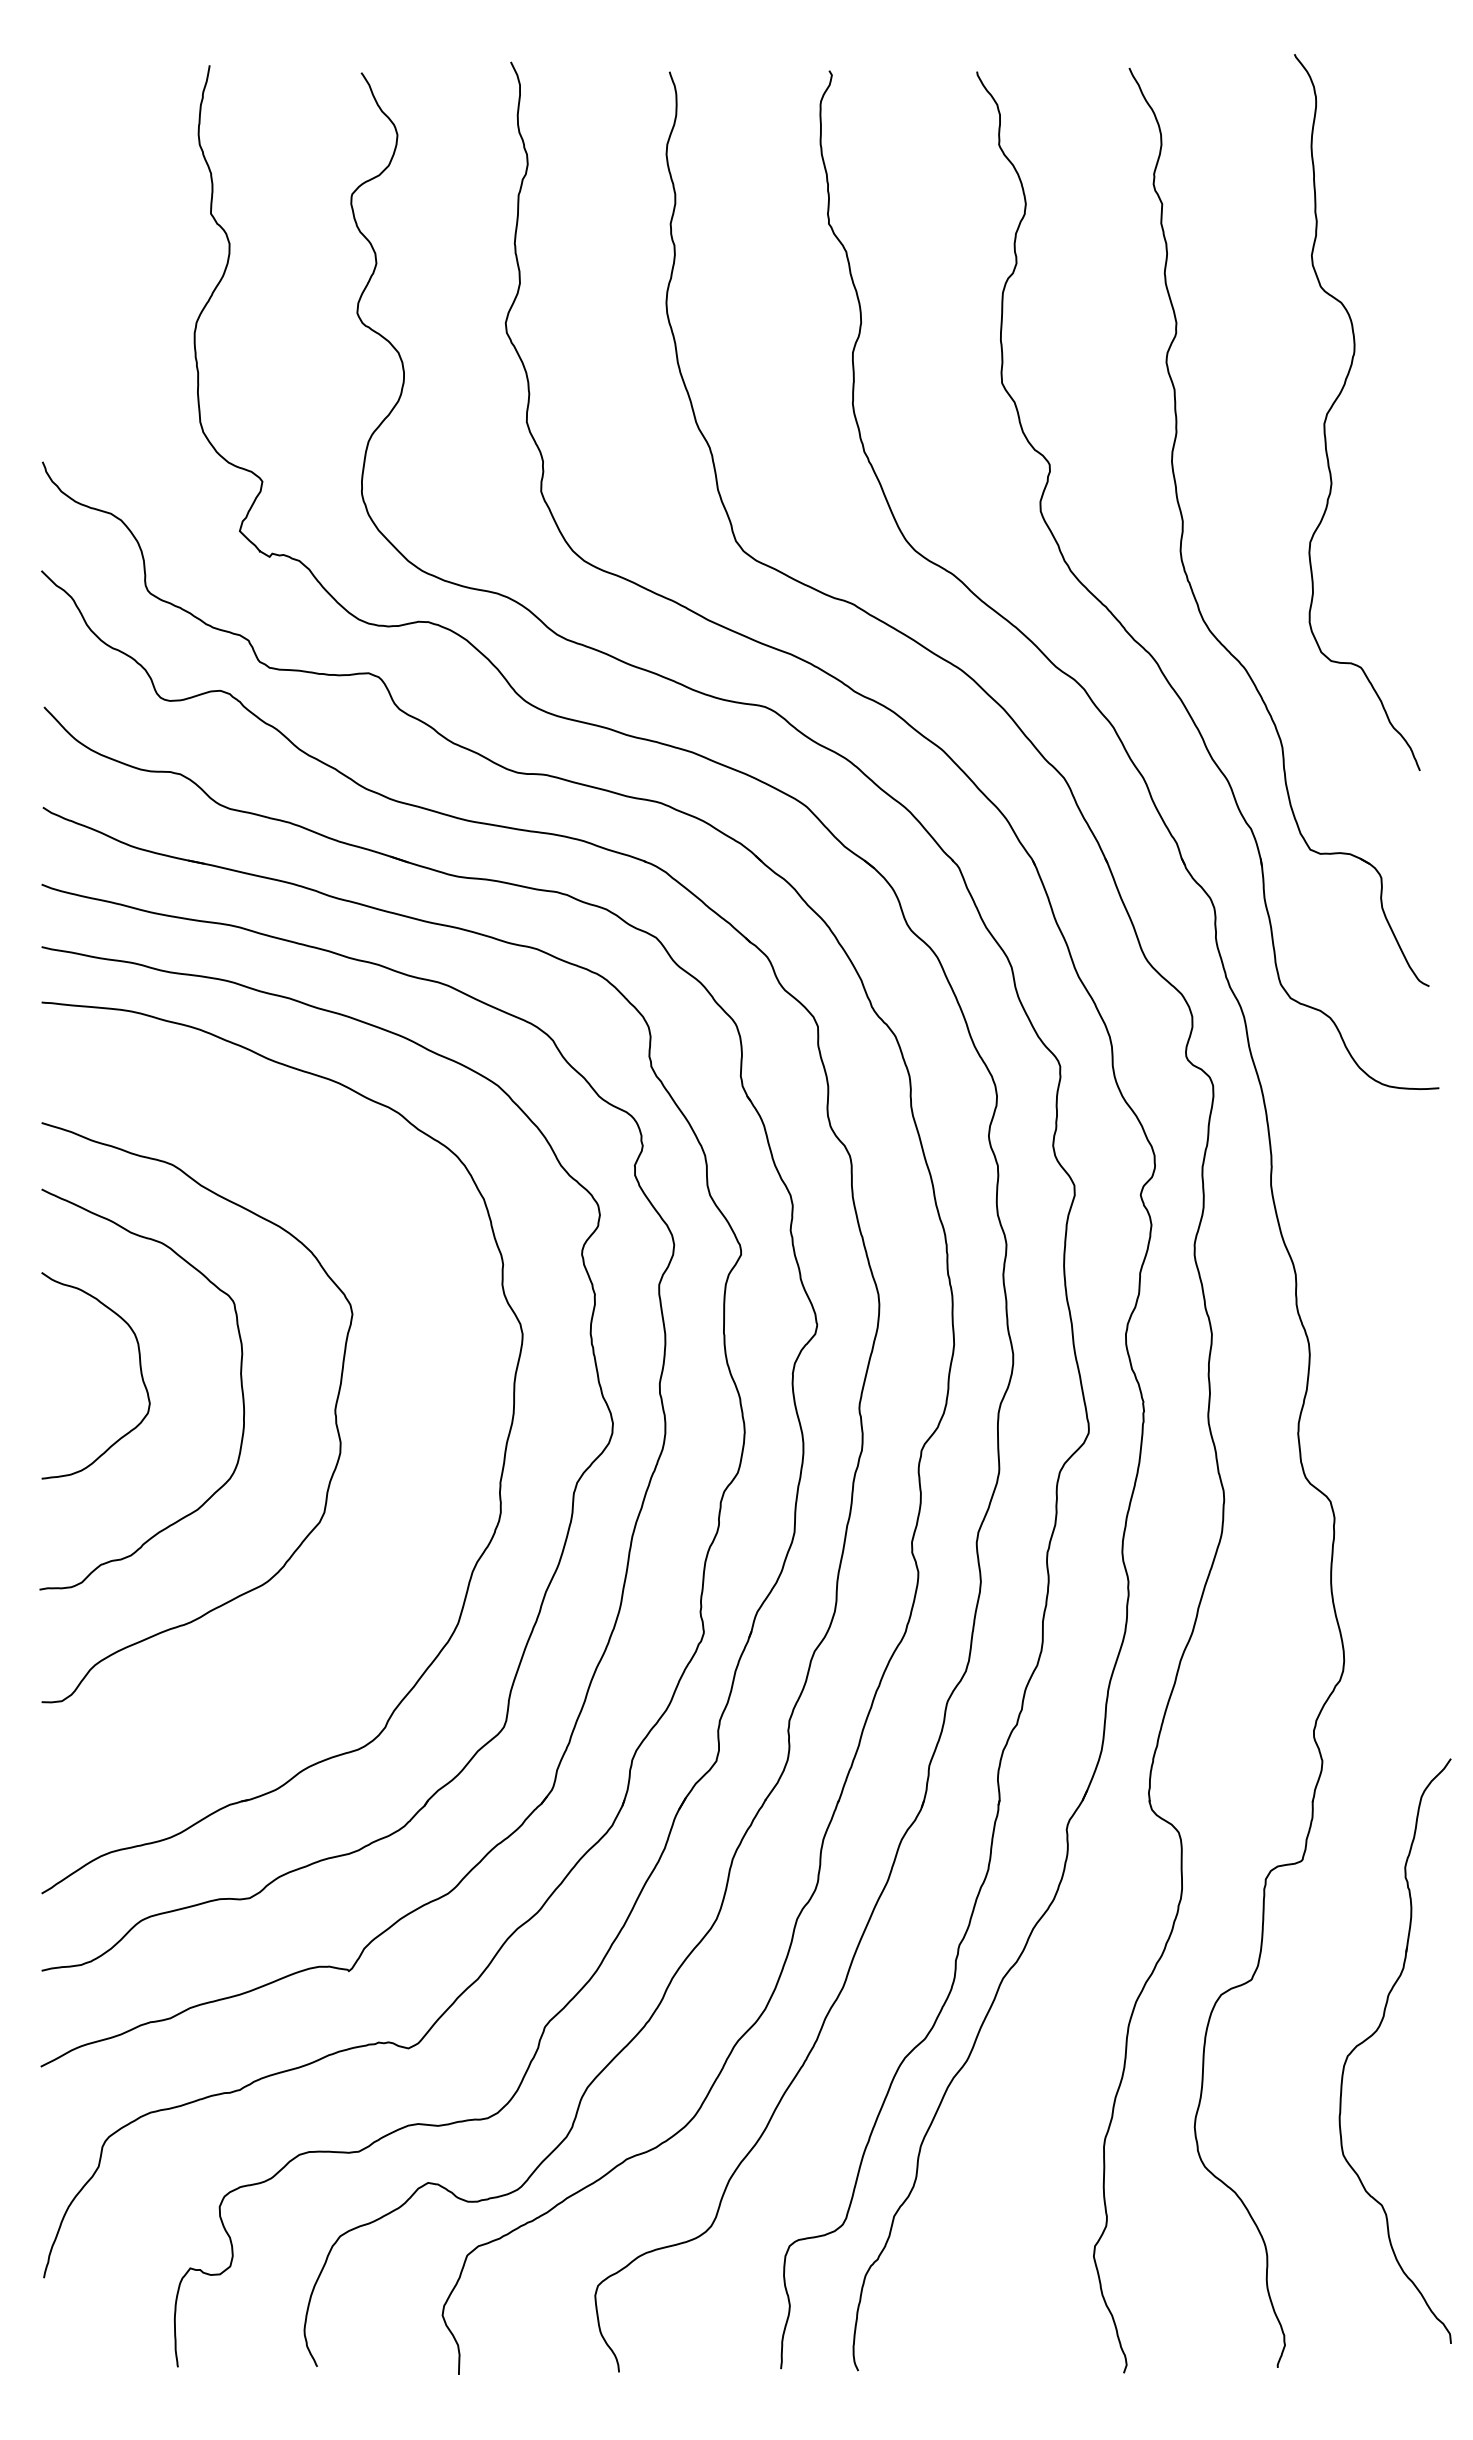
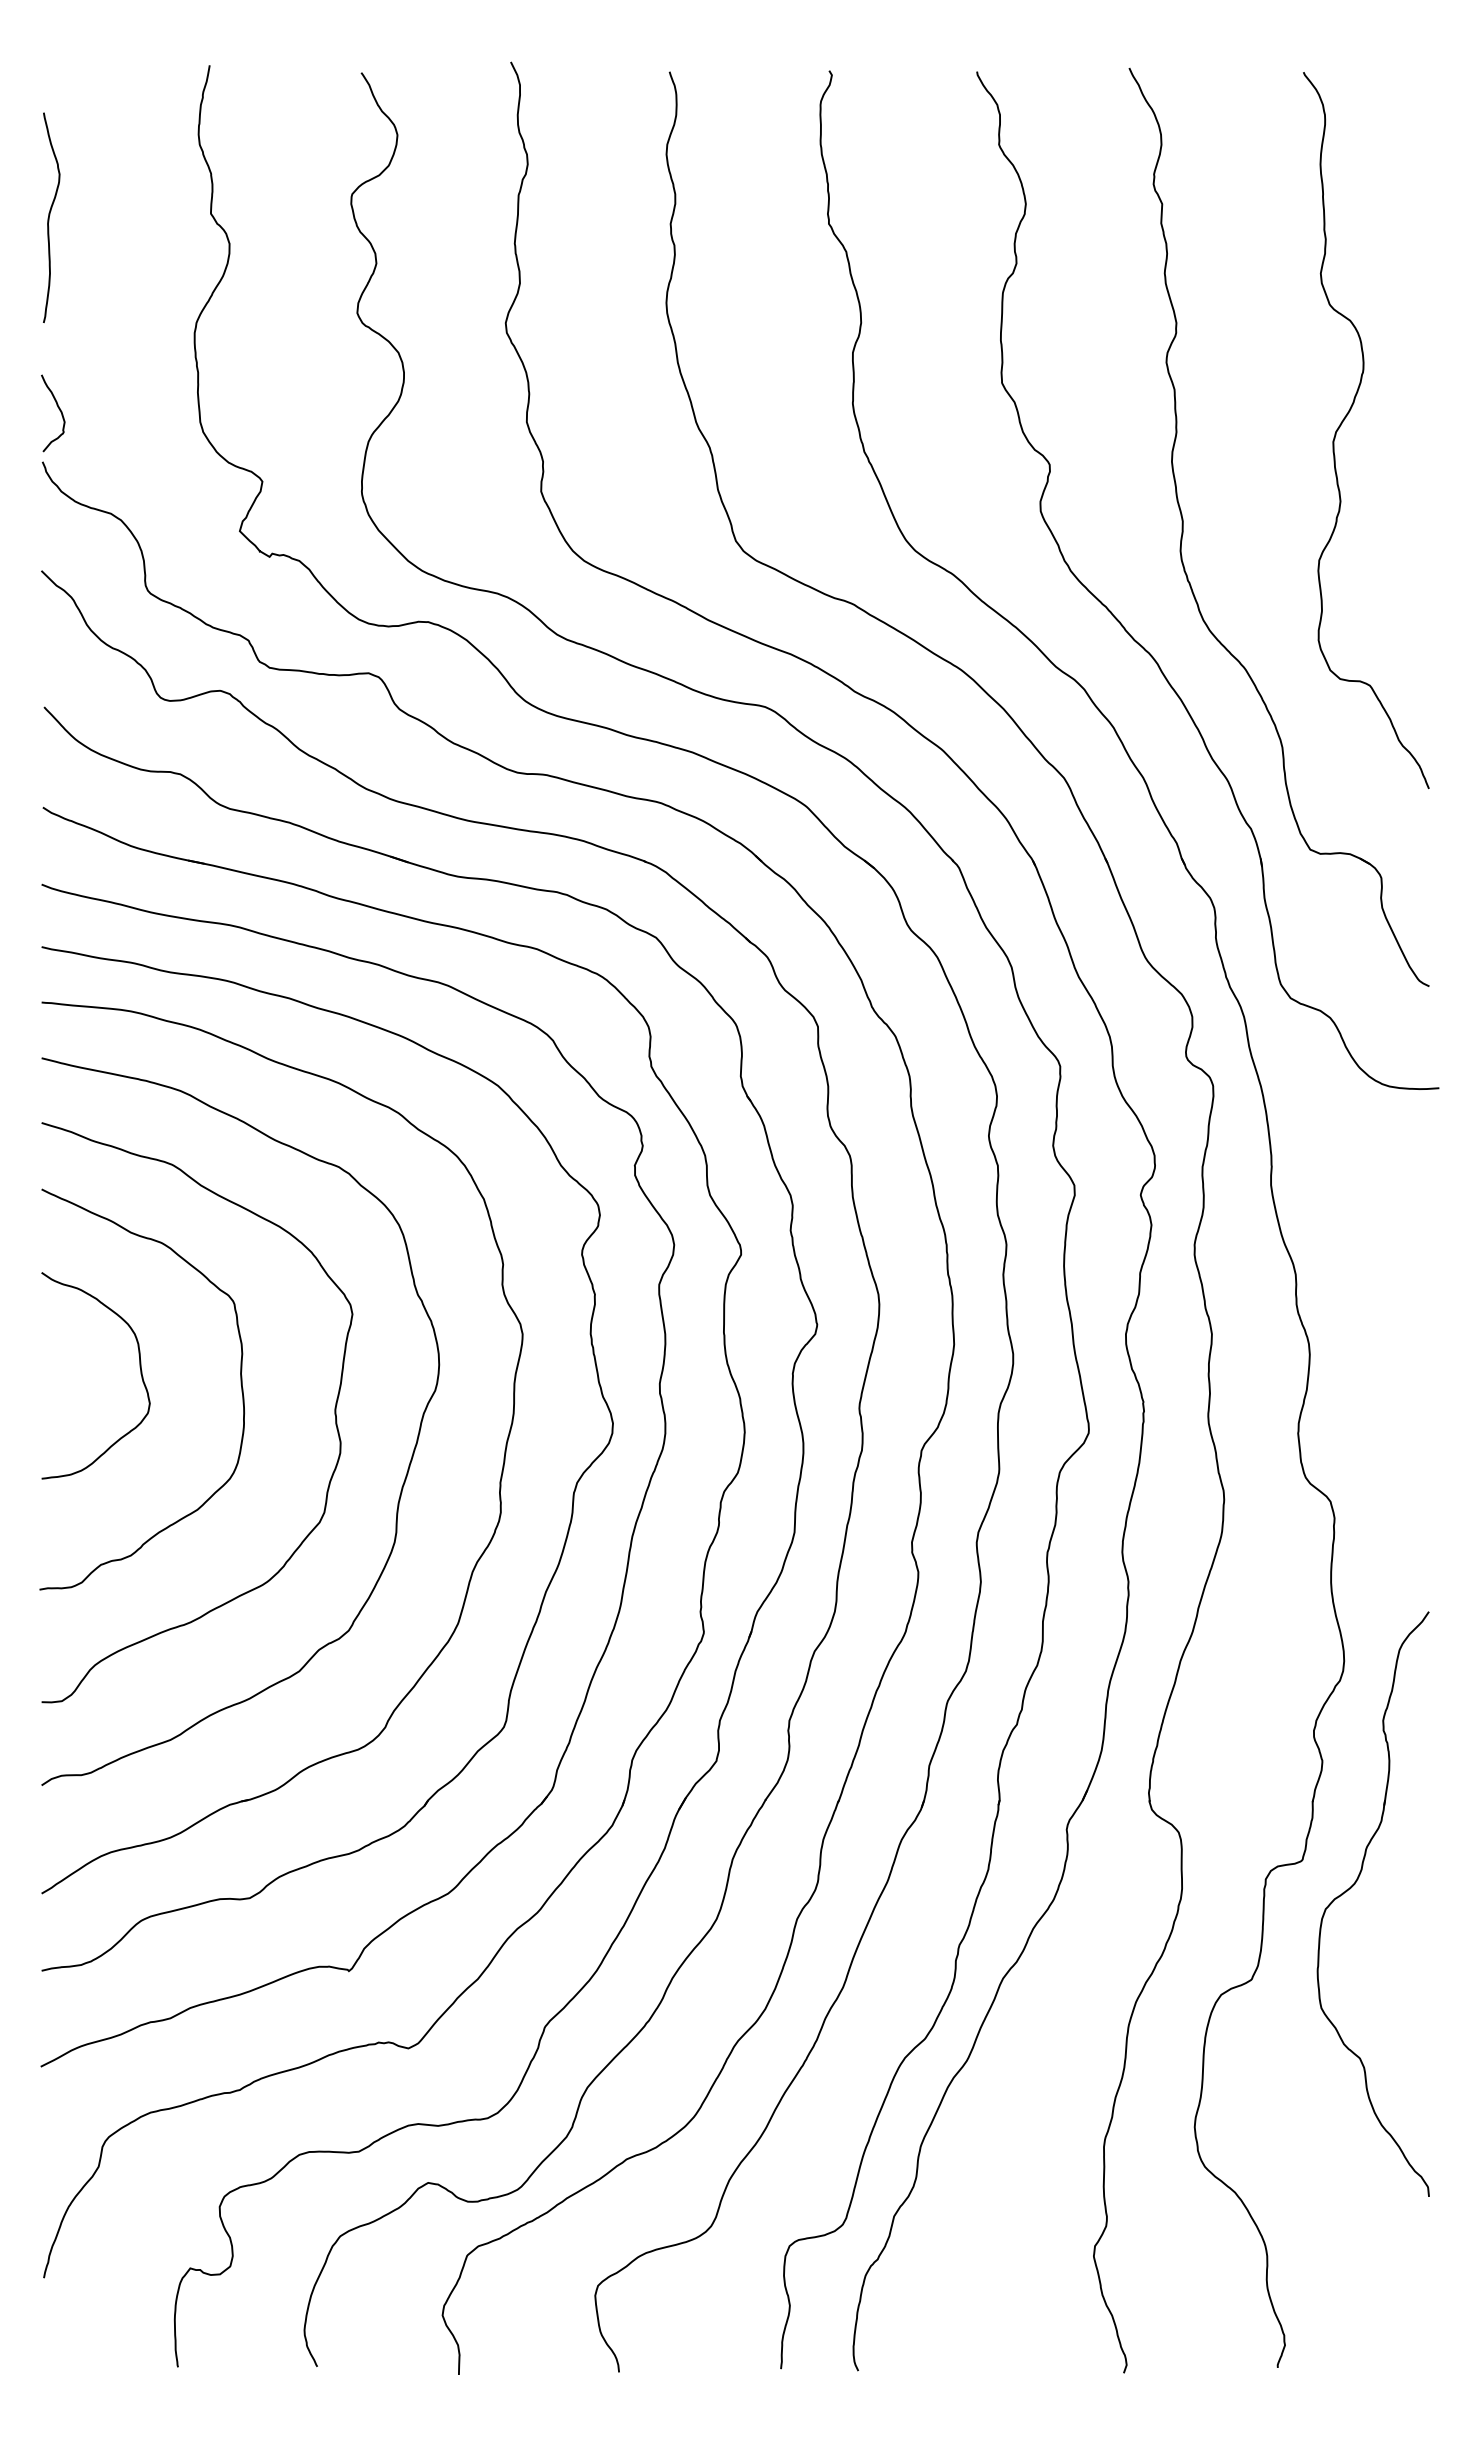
curve at (49, 217): none -> present
curve at (1336, 401) position: (1336, 401) -> (1345, 419)
curve at (58, 409): none -> present
curve at (407, 1468): none -> present
part at (1376, 2032) position: (1376, 2032) -> (1354, 1885)
